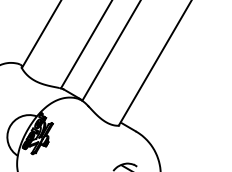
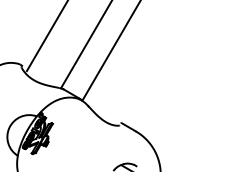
line at (40, 35) position: (40, 35) -> (46, 36)
line at (154, 63): present -> none
